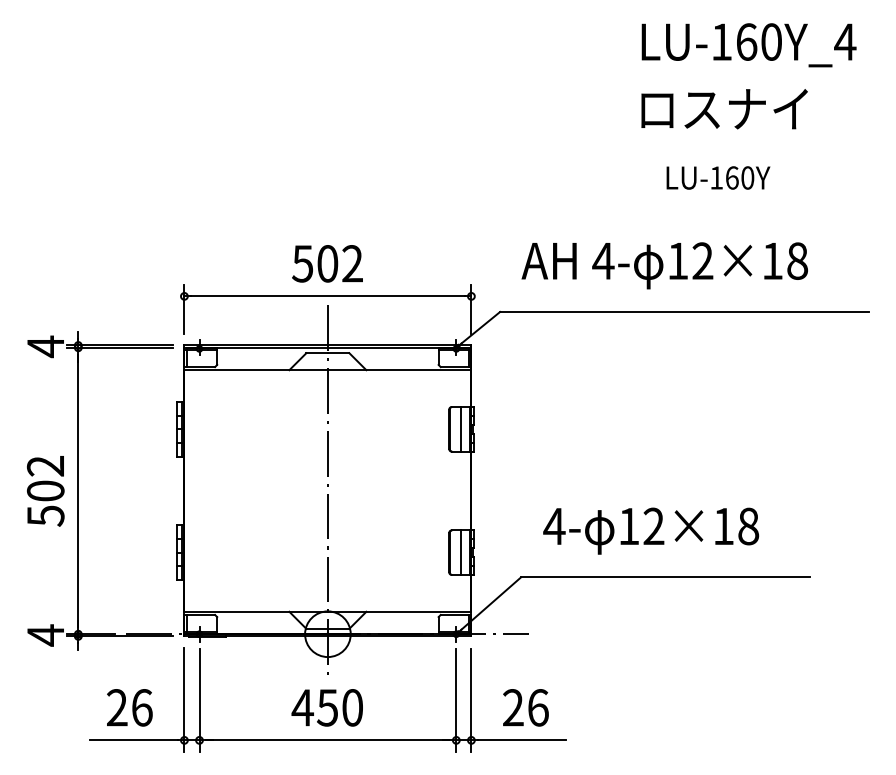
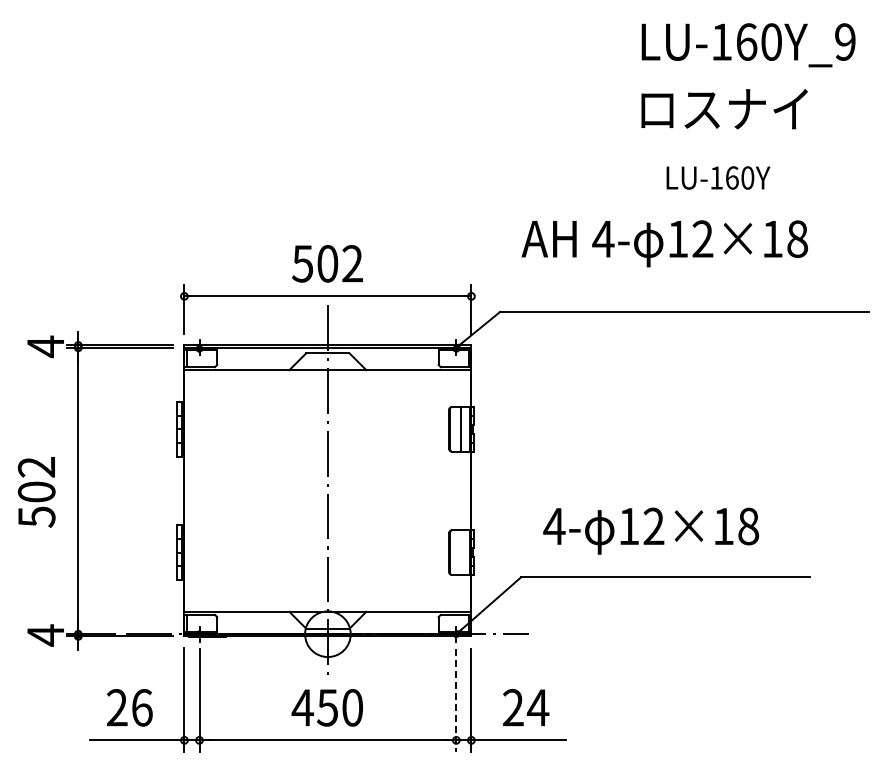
text at (845, 41): LU-160Y_4 -> LU-160Y_9
text at (664, 265) position: (664, 265) -> (664, 243)
text at (45, 491) position: (45, 491) -> (36, 492)
line at (461, 552): present -> none
line at (456, 700): solid -> dashed
text at (537, 707): 26 -> 24
